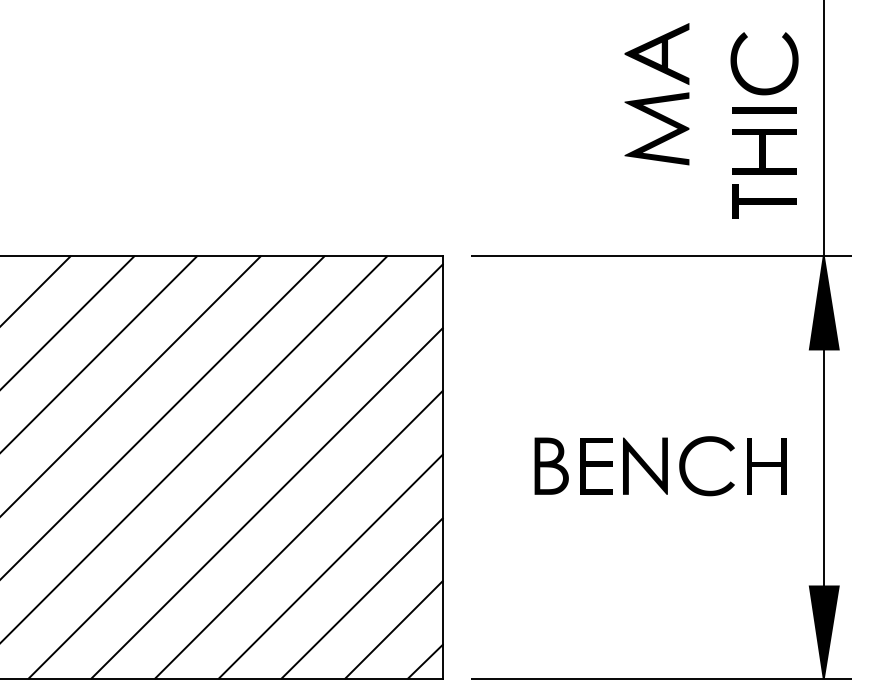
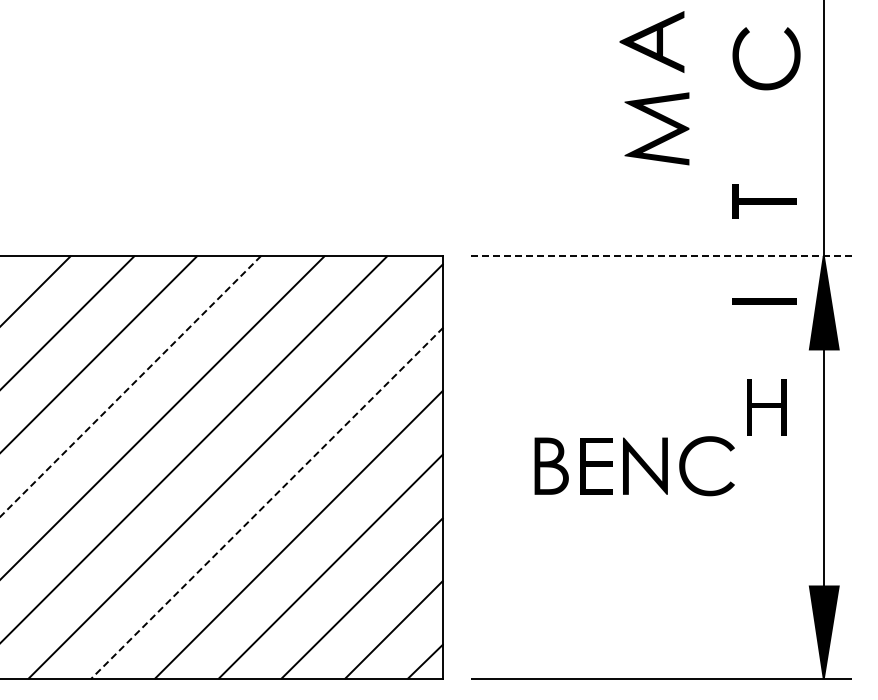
part at (656, 53) position: (656, 53) -> (651, 41)
part at (757, 87) position: (757, 87) -> (759, 82)
part at (764, 110) position: (764, 110) -> (764, 301)
part at (764, 151): present -> none
line at (661, 255): solid -> dashed
line at (130, 386): solid -> dashed
part at (766, 466) position: (766, 466) -> (766, 407)
line at (267, 503): solid -> dashed
